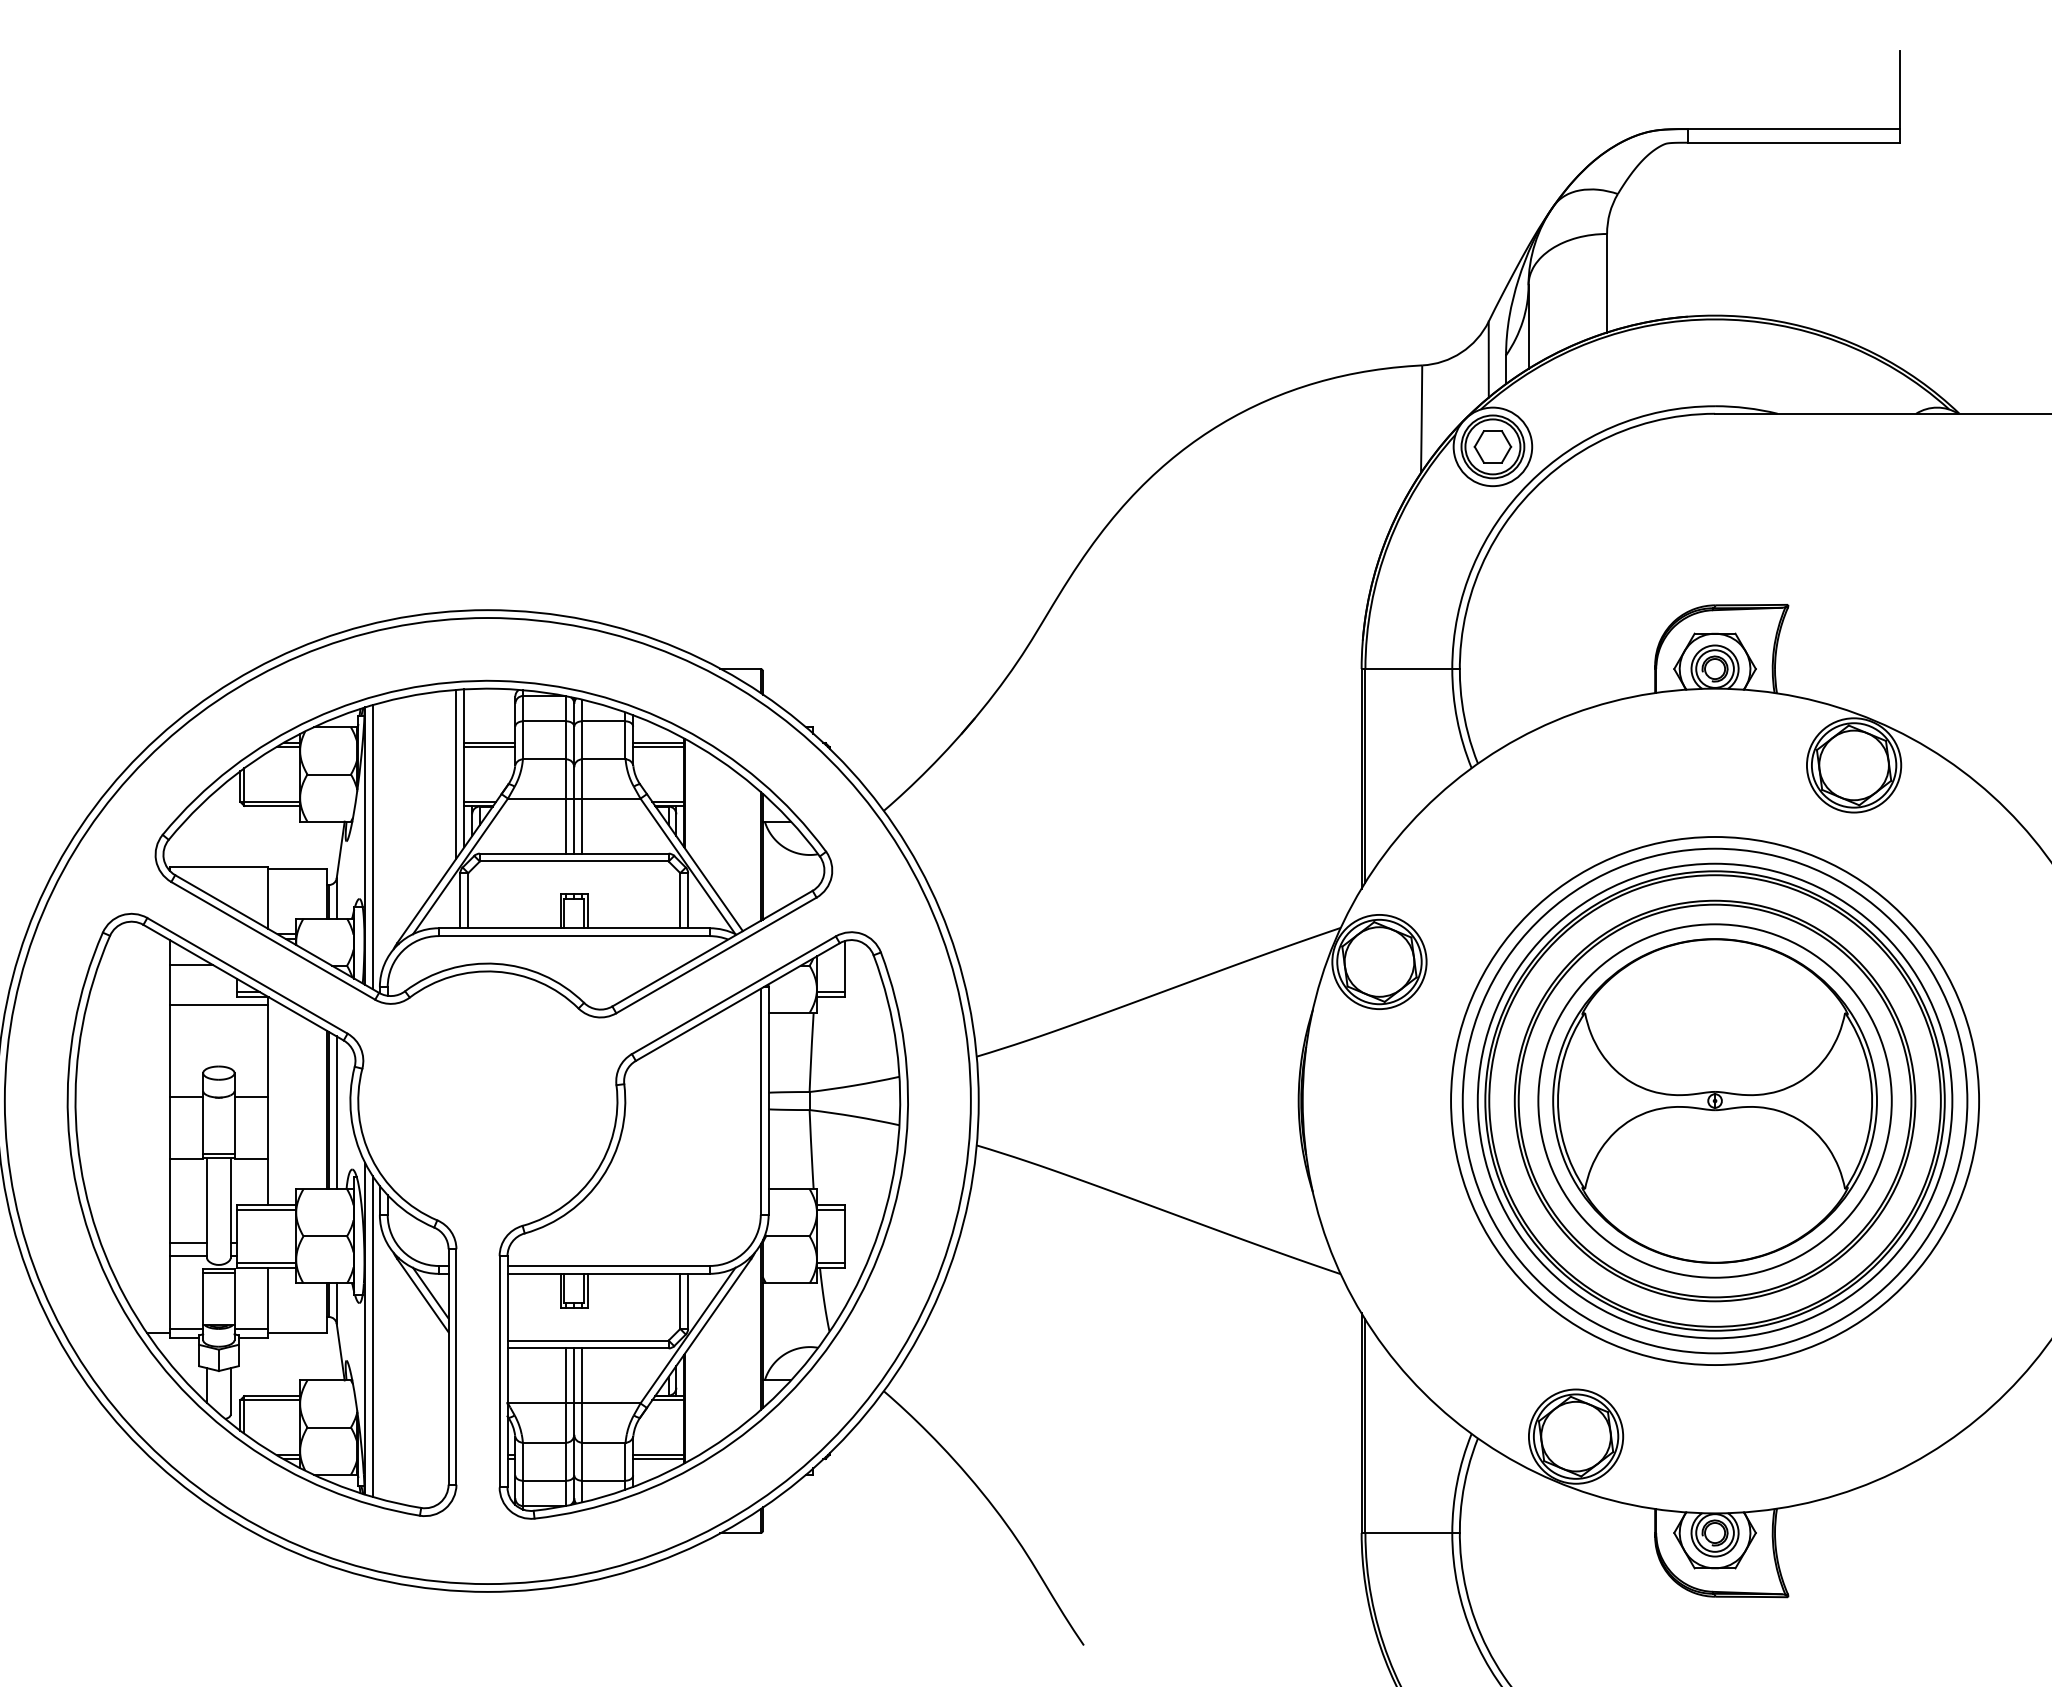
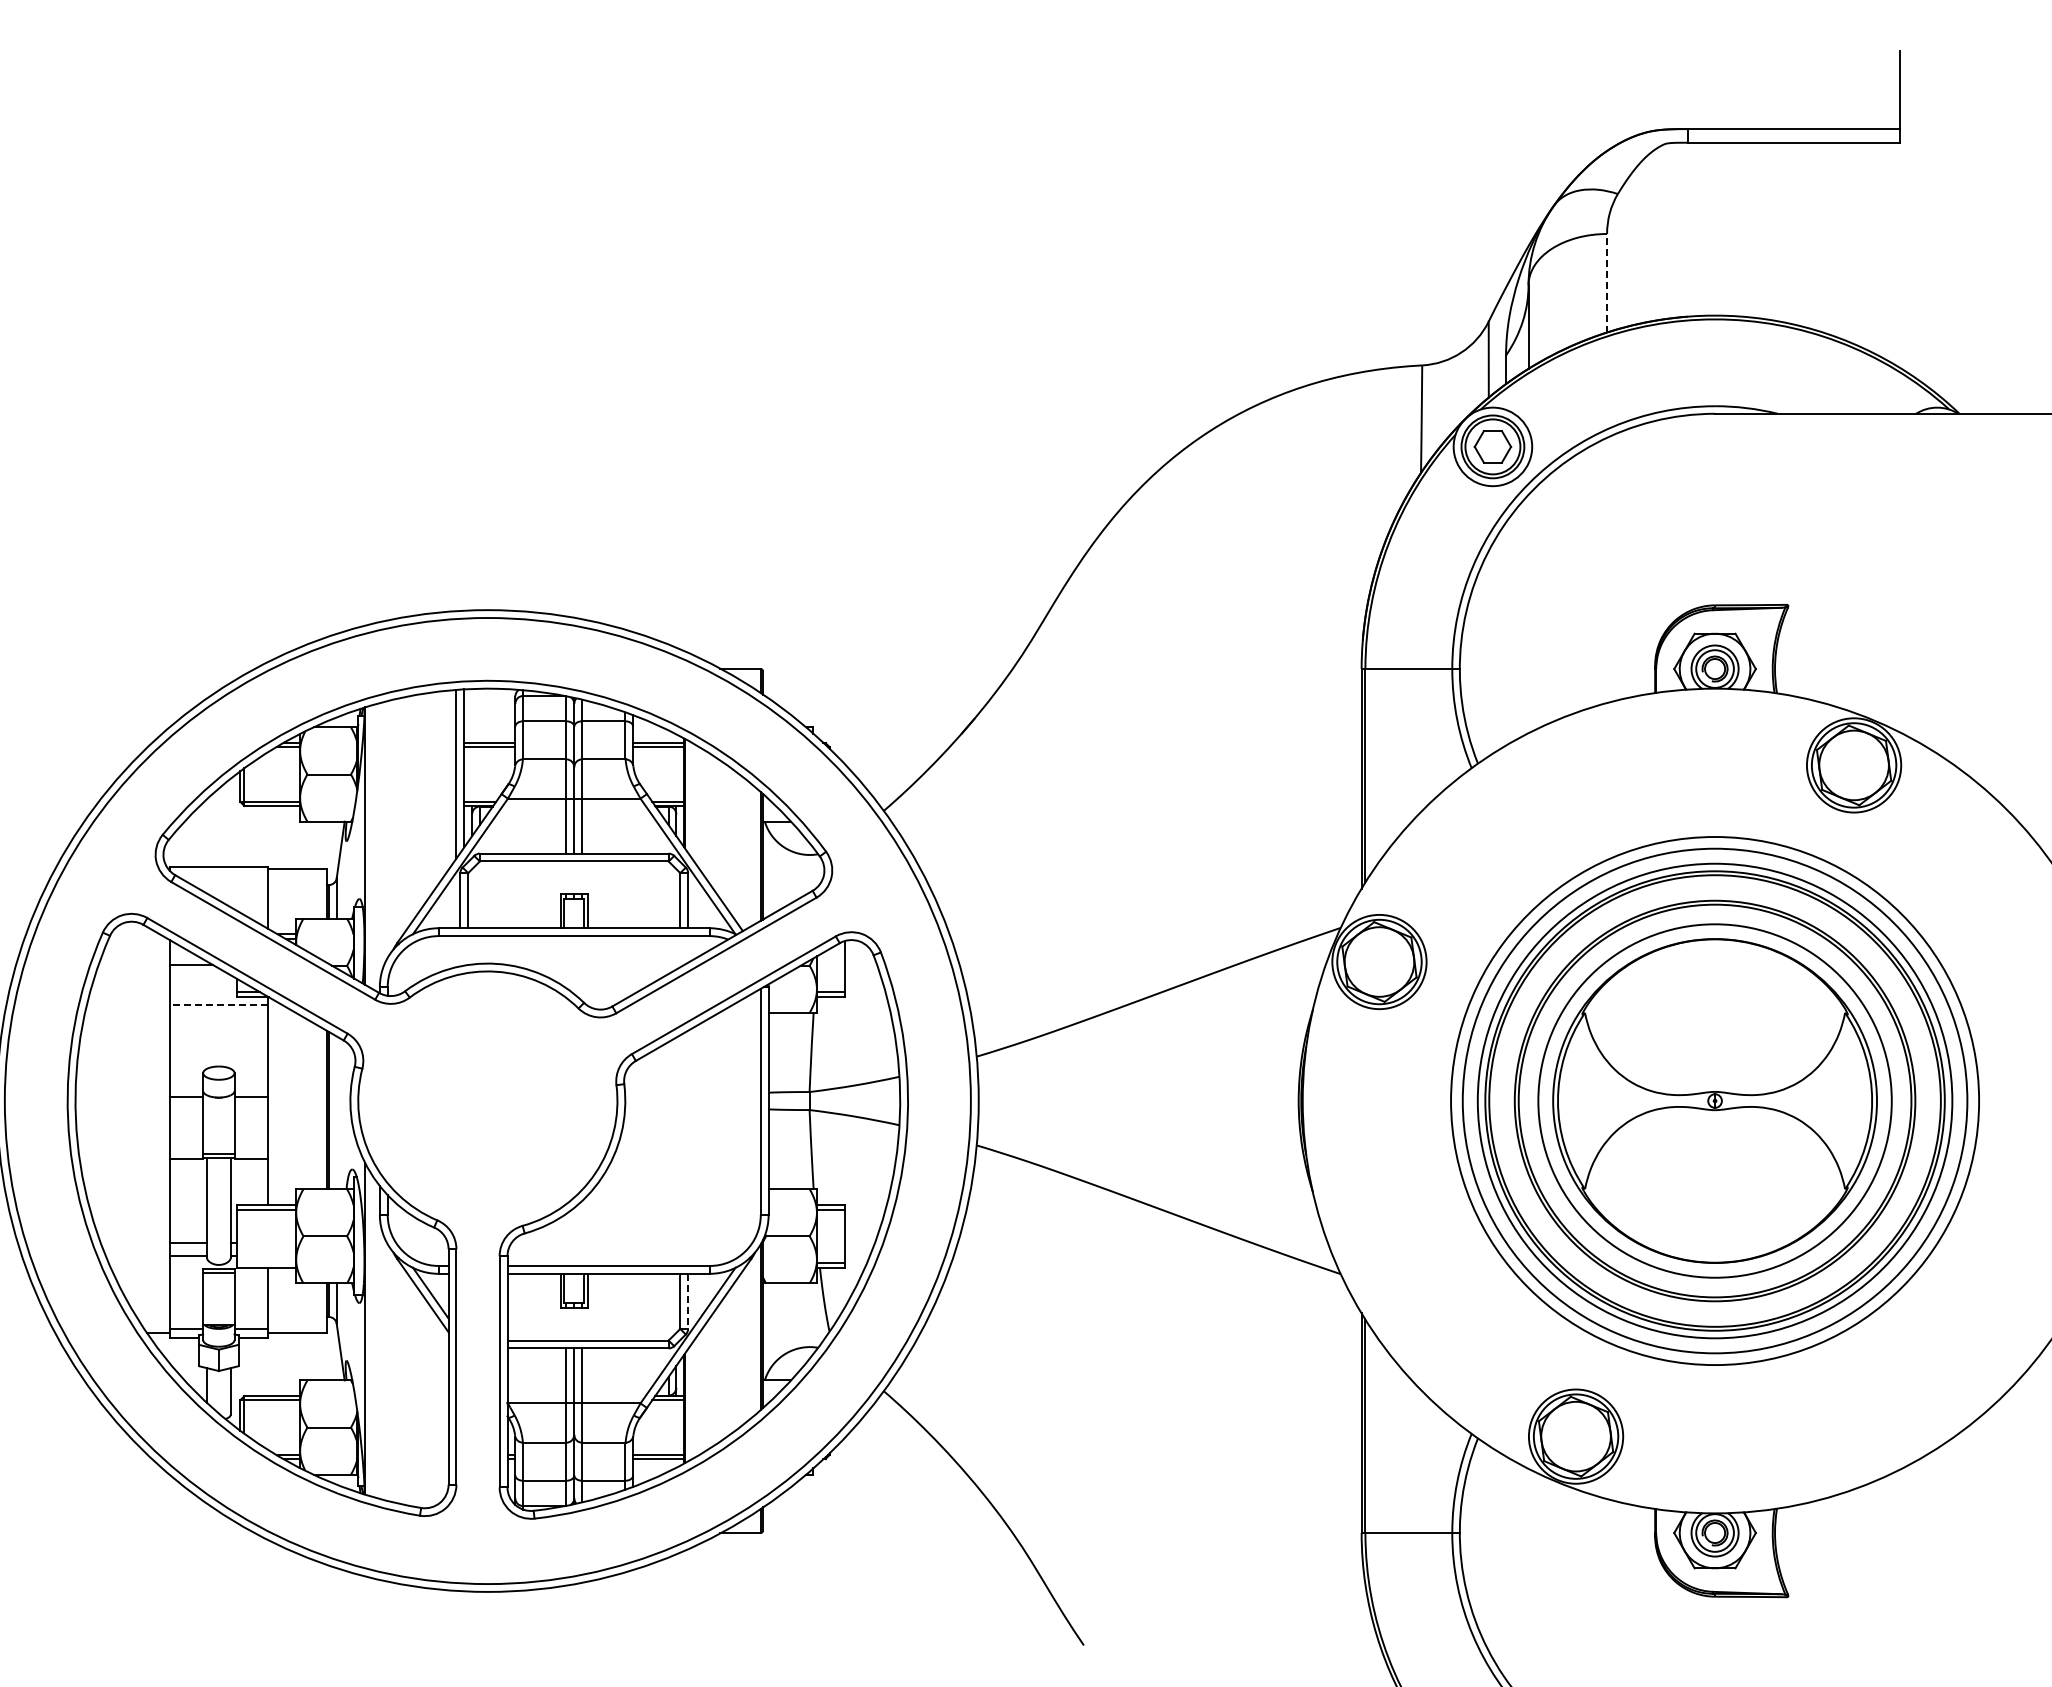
line at (1607, 282): solid -> dashed
line at (372, 847): present -> none
line at (218, 1004): solid -> dashed
line at (336, 1112): present -> none
line at (266, 1262): present -> none
line at (688, 1301): solid -> dashed
line at (372, 1336): present -> none
